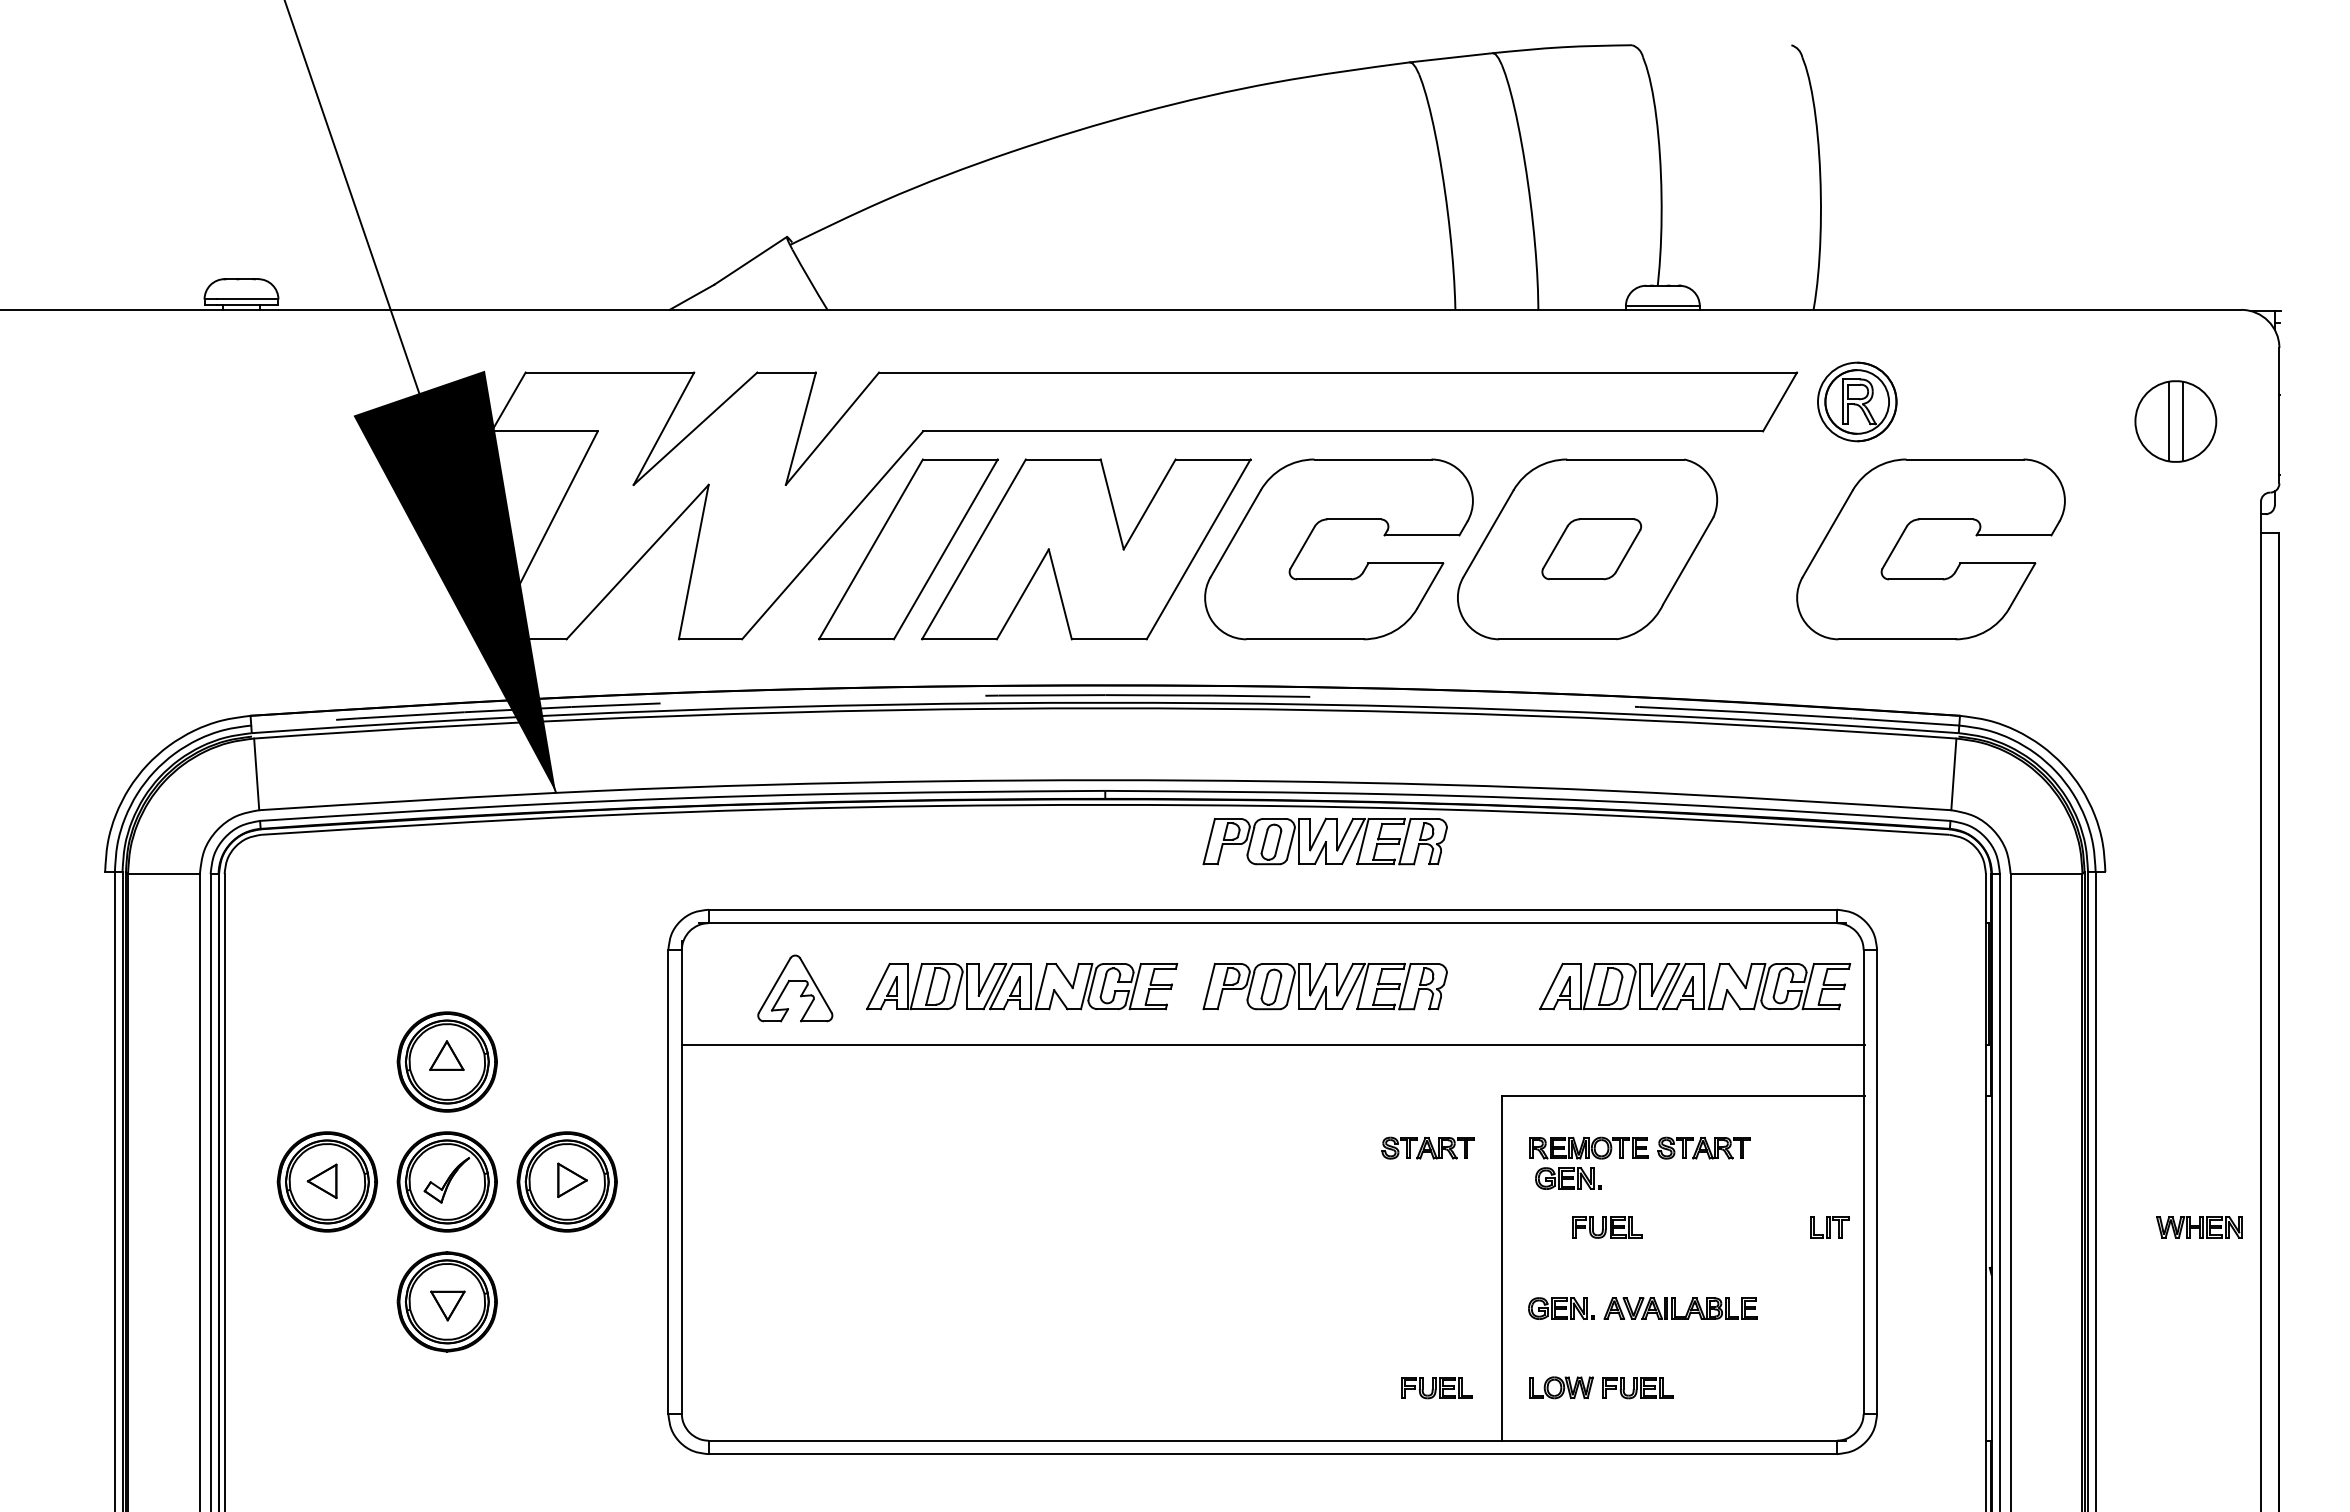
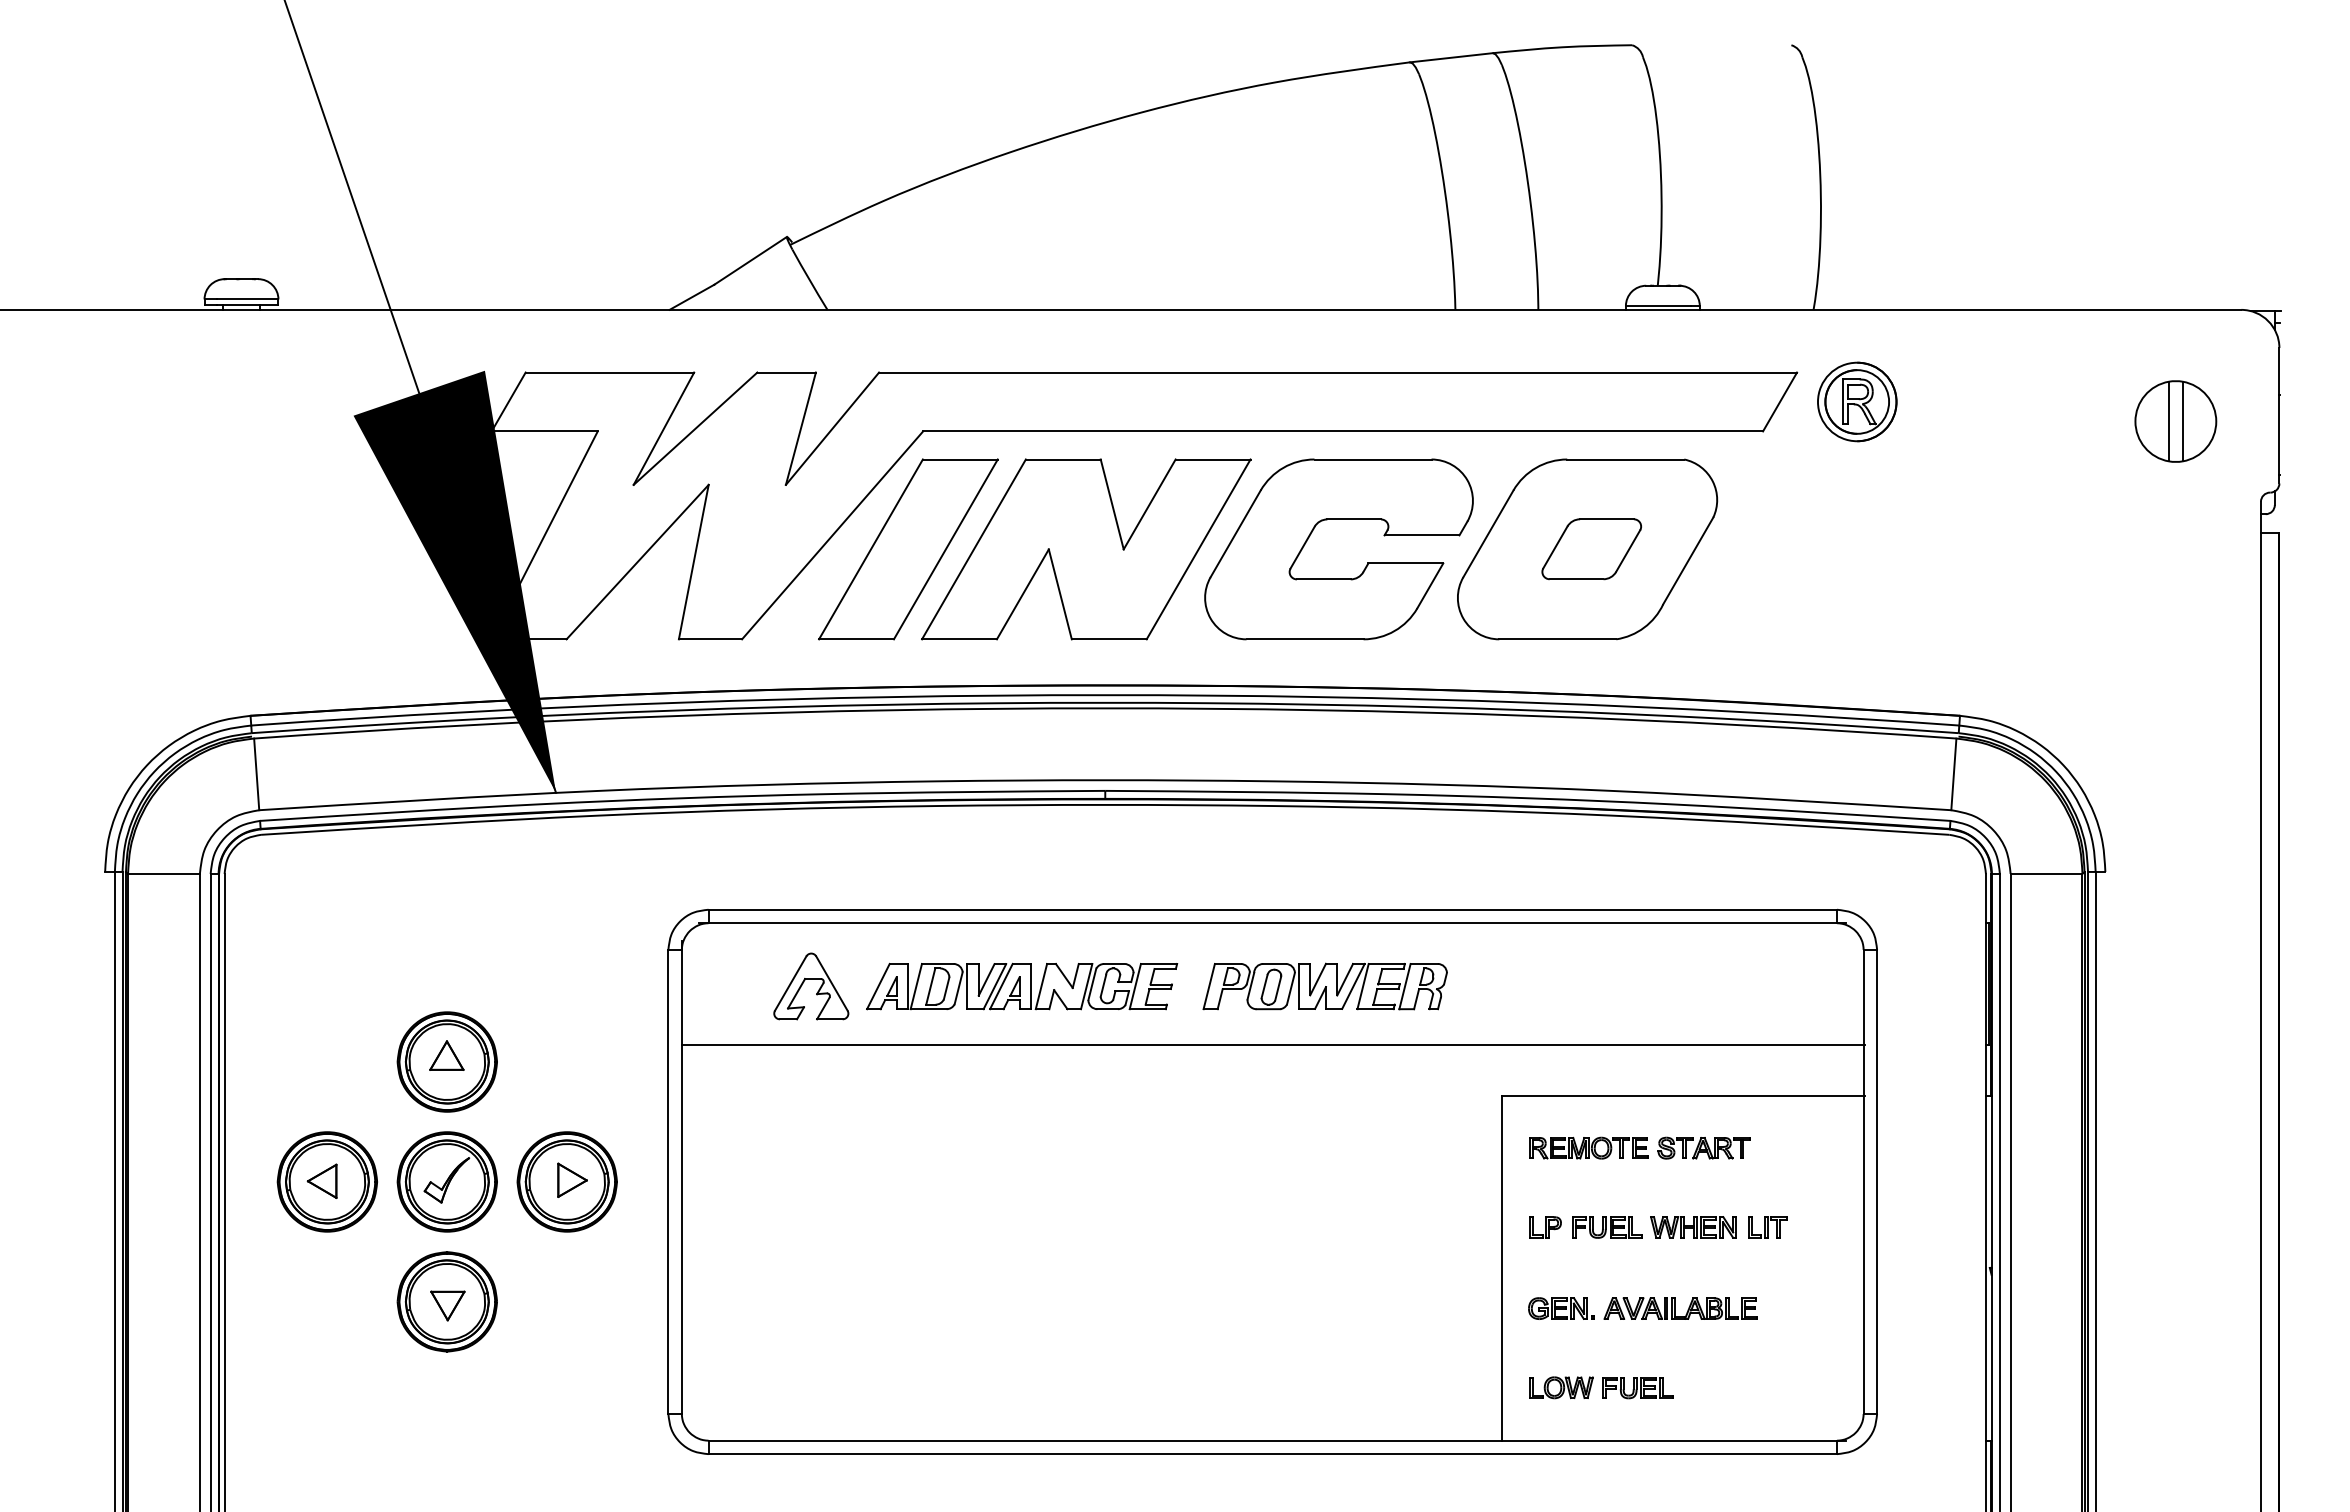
part at (1930, 578): present -> none
arc at (1105, 695): dashed -> solid
part at (1324, 841): present -> none
part at (795, 981) position: (795, 981) -> (811, 979)
part at (1695, 986): present -> none
part at (1427, 1147): present -> none
part at (1568, 1178): present -> none
part at (1545, 1227): none -> present
part at (1829, 1227) position: (1829, 1227) -> (1767, 1227)
part at (2199, 1227) position: (2199, 1227) -> (1693, 1227)
part at (1436, 1388): present -> none
